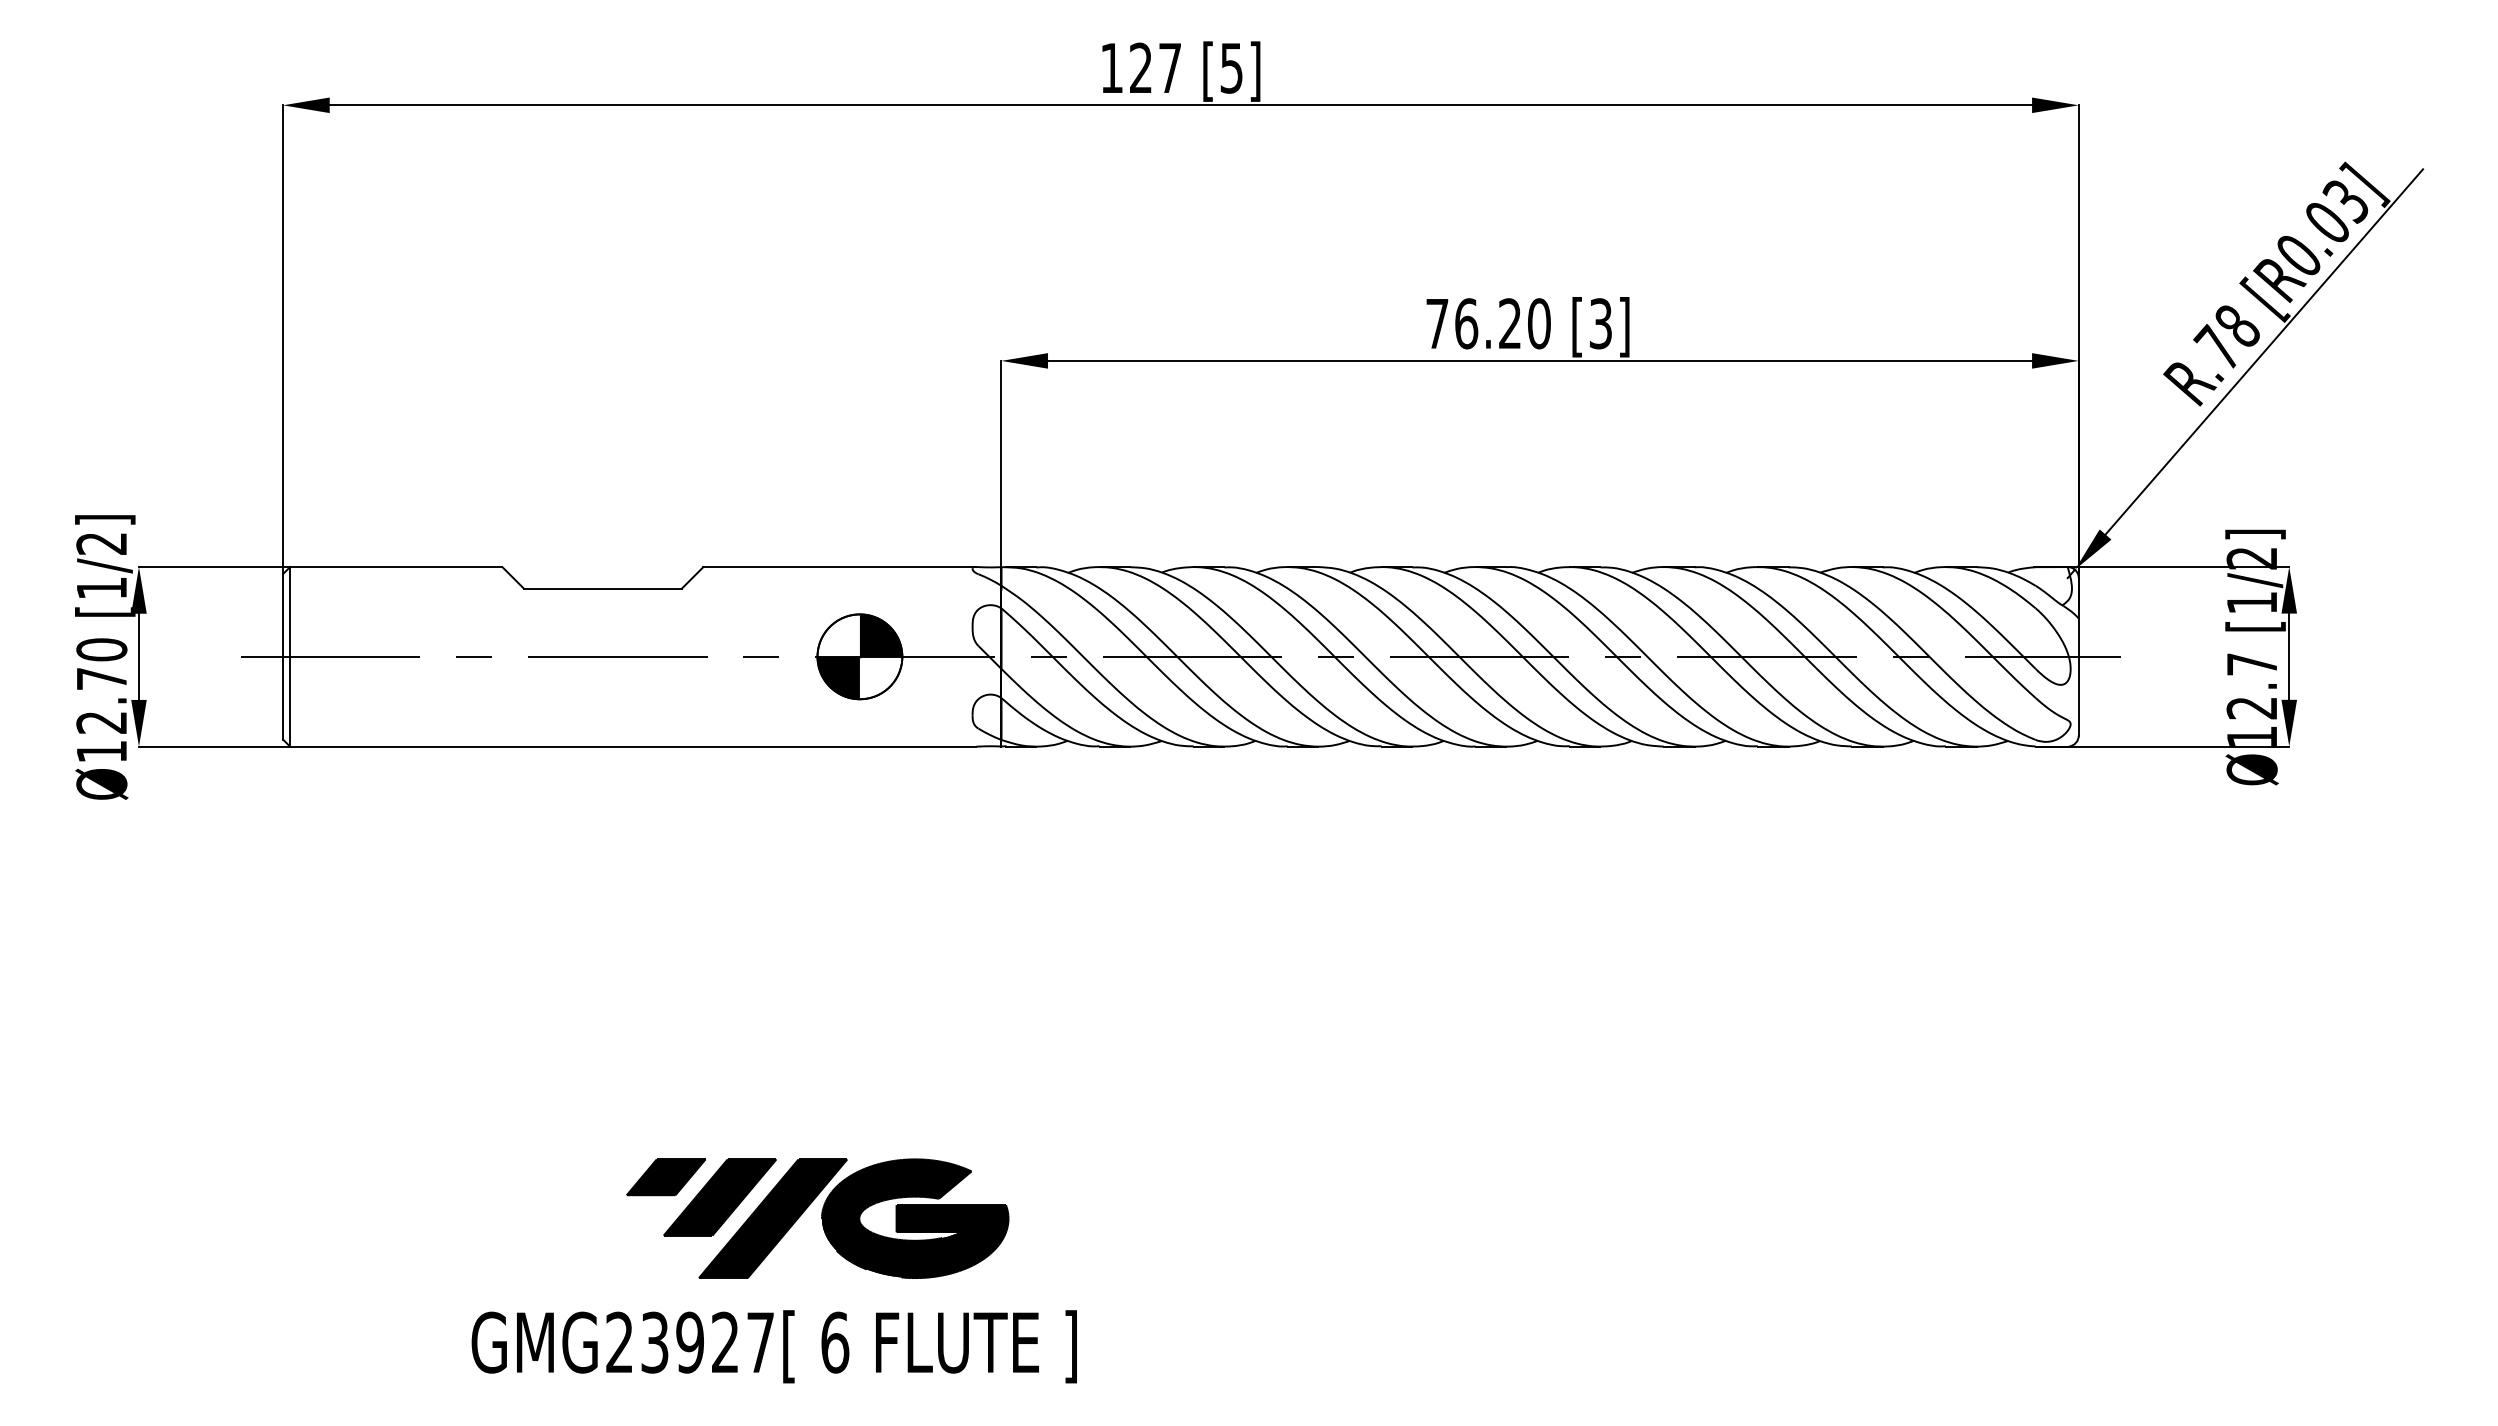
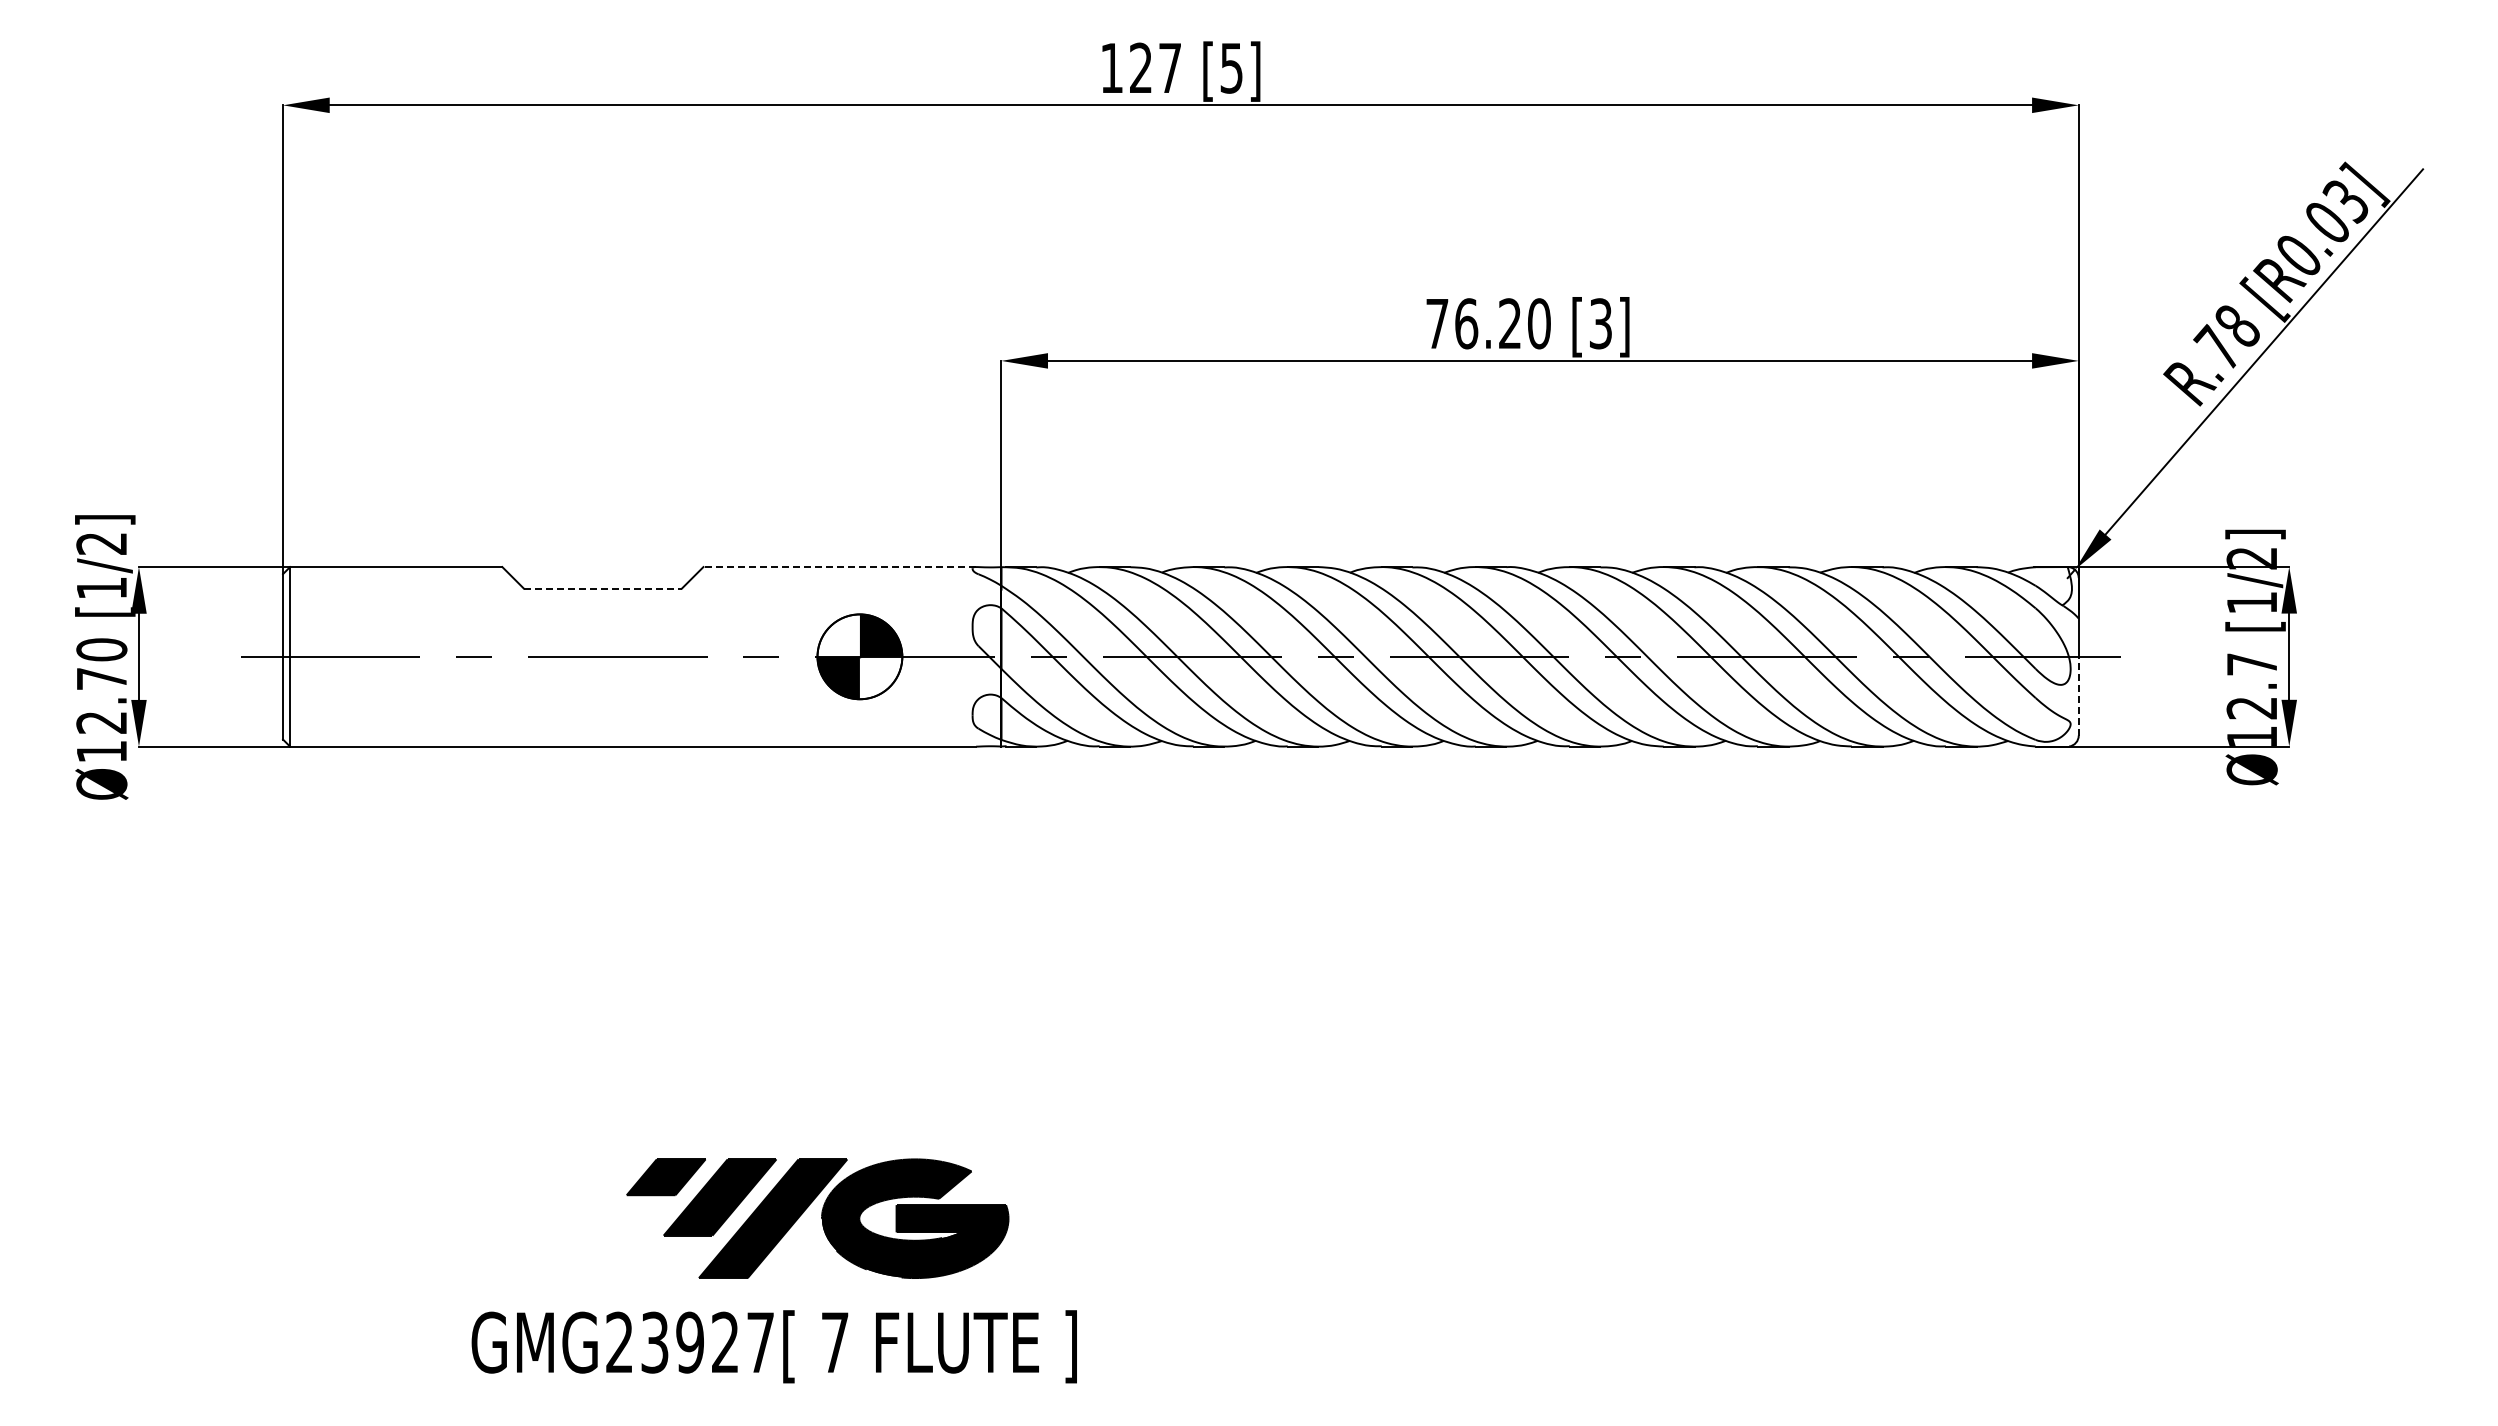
line at (839, 567): solid -> dashed
line at (603, 588): solid -> dashed
line at (2078, 695): solid -> dashed
text at (835, 1342): 6 -> 7
